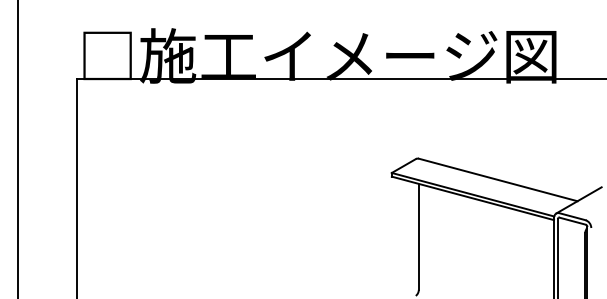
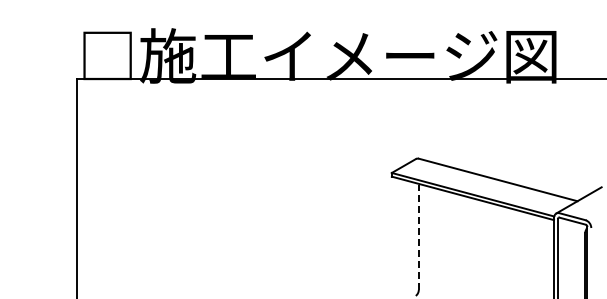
line at (18, 148): present -> none
line at (418, 237): solid -> dashed
